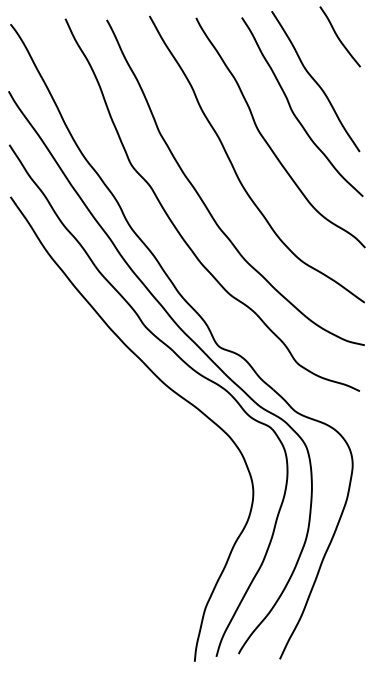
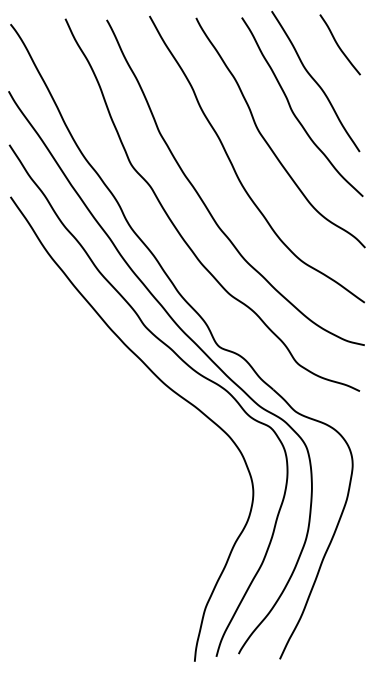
curve at (338, 36) position: (338, 36) -> (338, 44)
